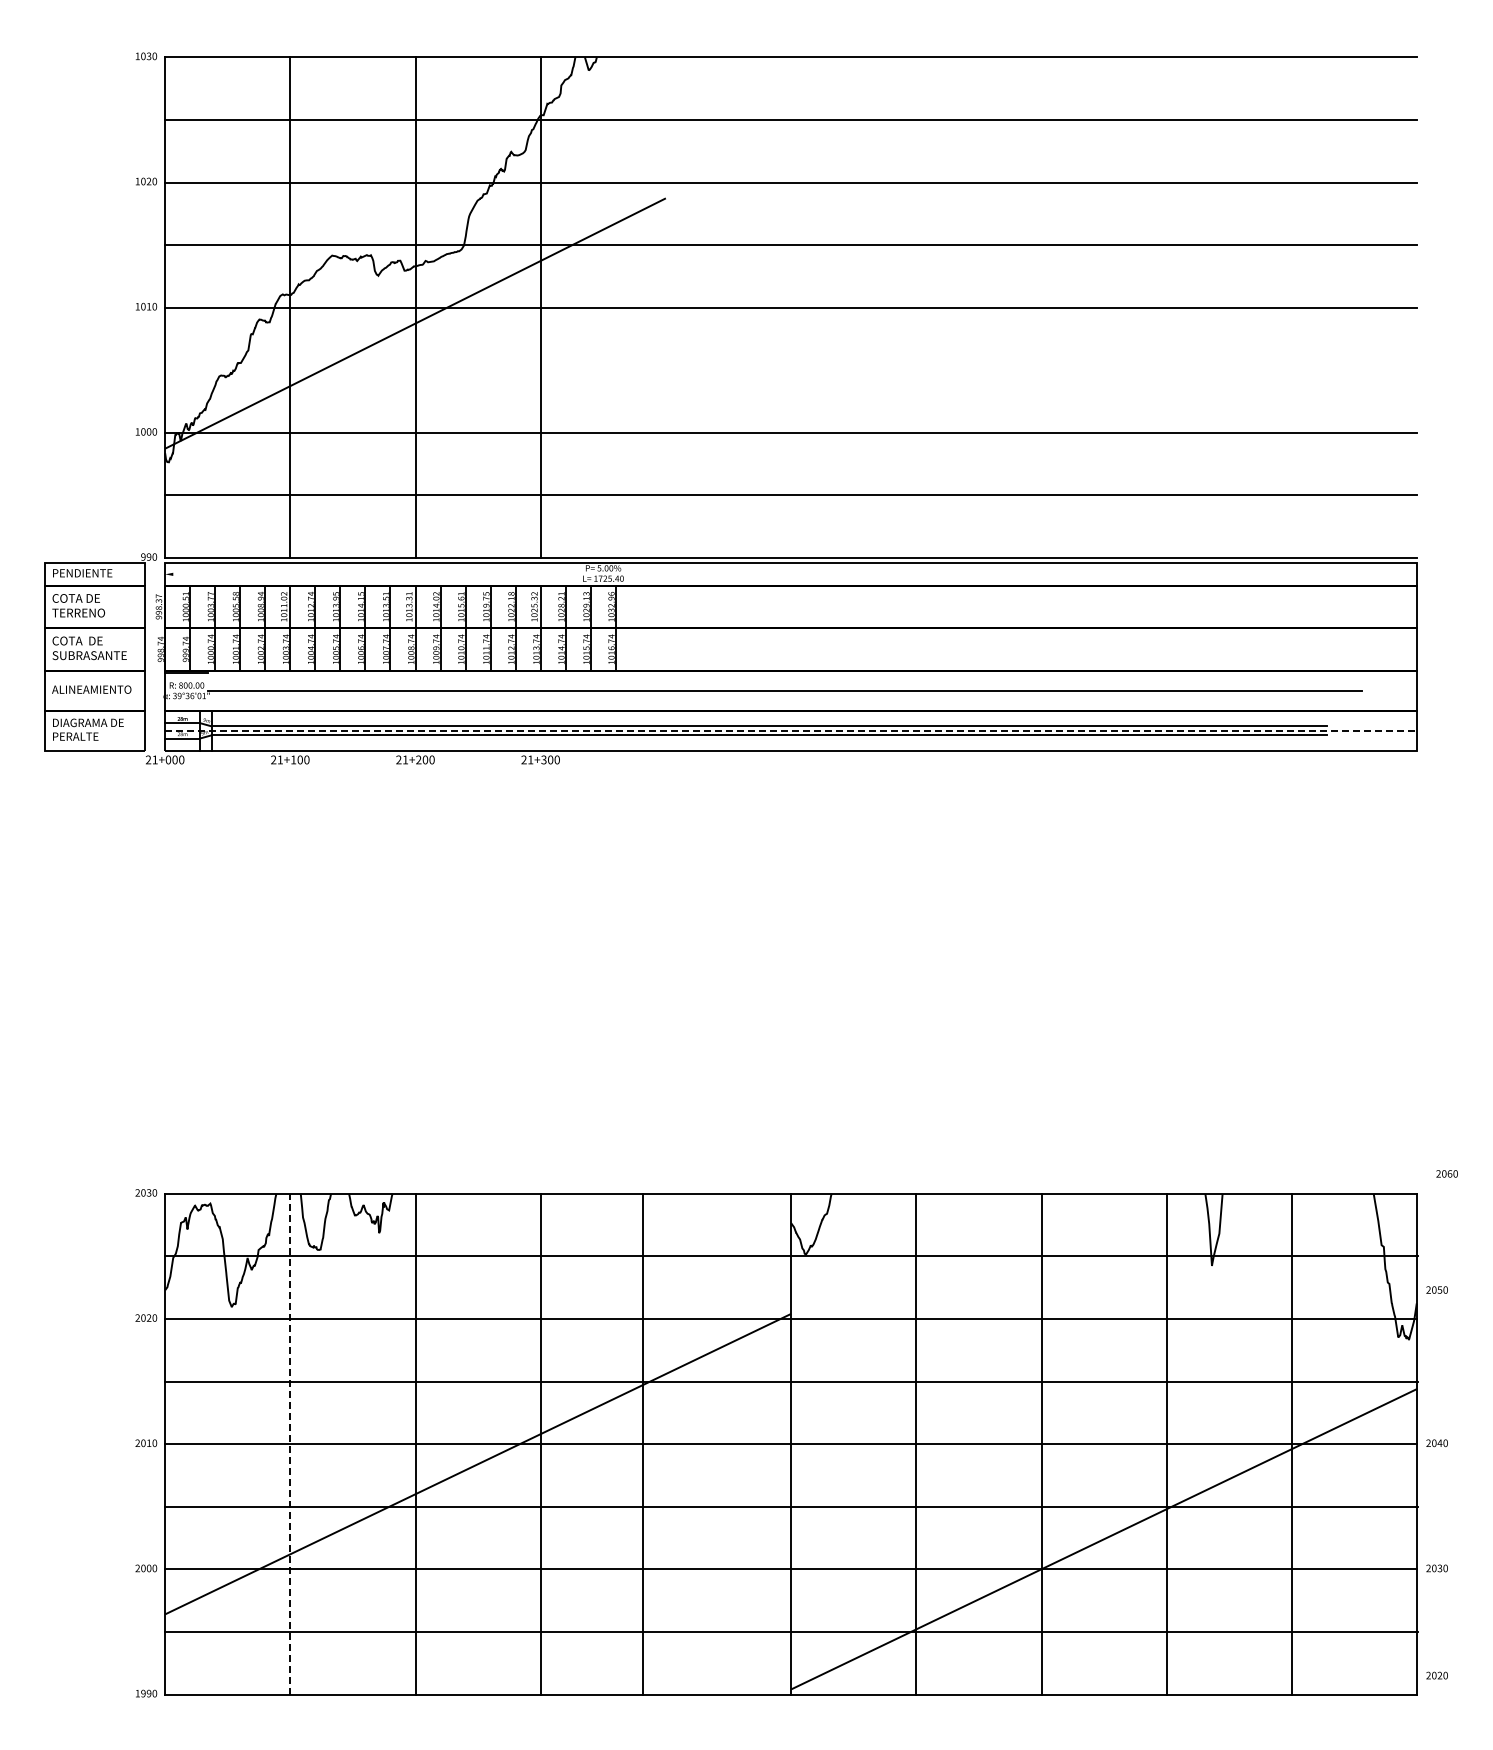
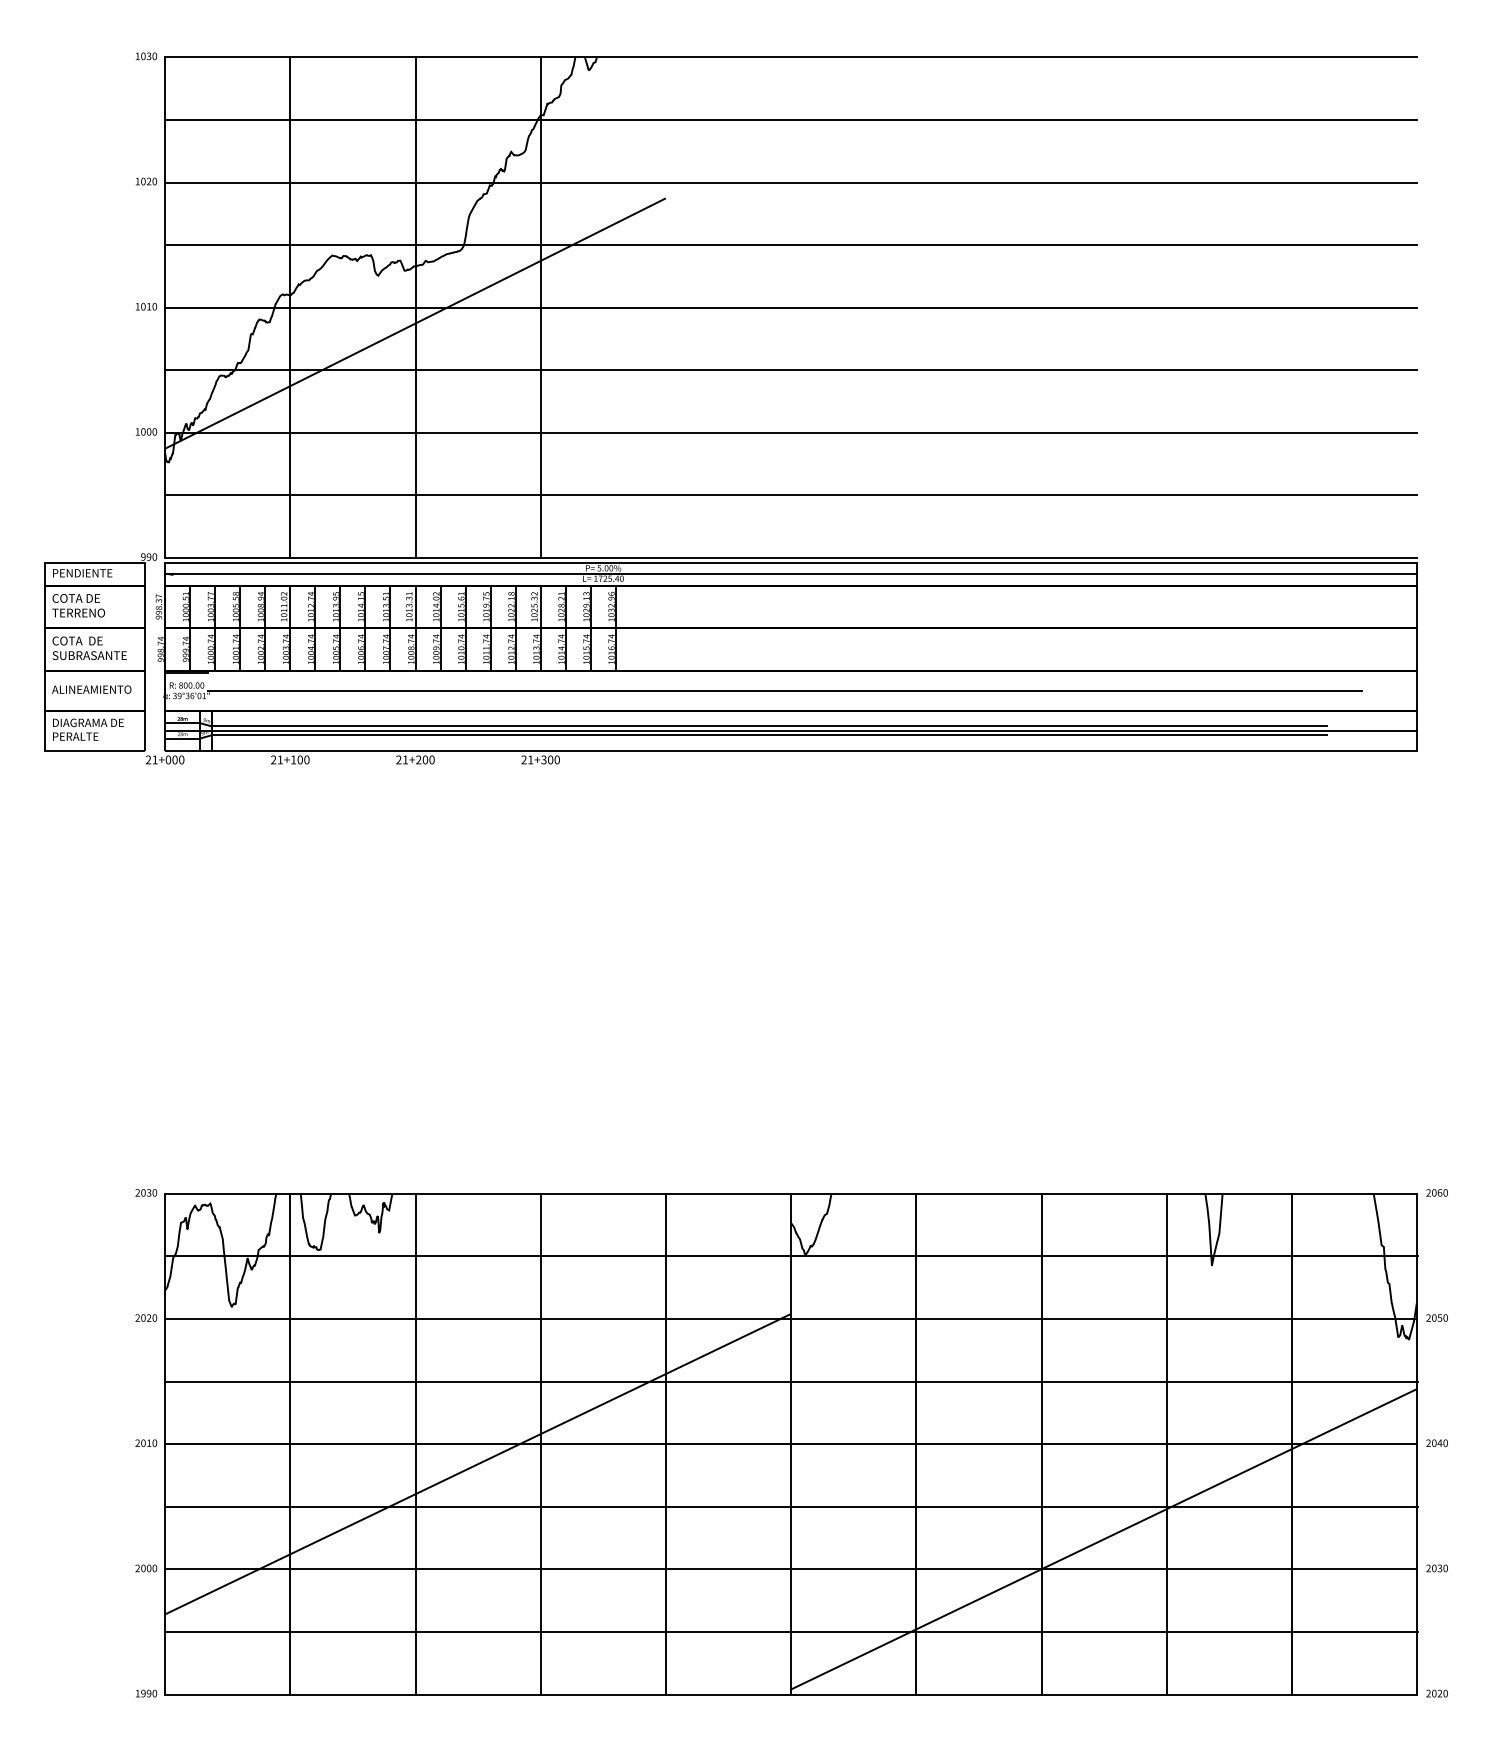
line at (790, 370): none -> present
line at (790, 574): none -> present
line at (791, 730): dashed -> solid
text at (1446, 1173) position: (1446, 1173) -> (1436, 1192)
text at (1436, 1289) position: (1436, 1289) -> (1436, 1317)
line at (290, 1443): dashed -> solid
line at (642, 1443) position: (642, 1443) -> (665, 1443)
text at (1436, 1675) position: (1436, 1675) -> (1436, 1693)
